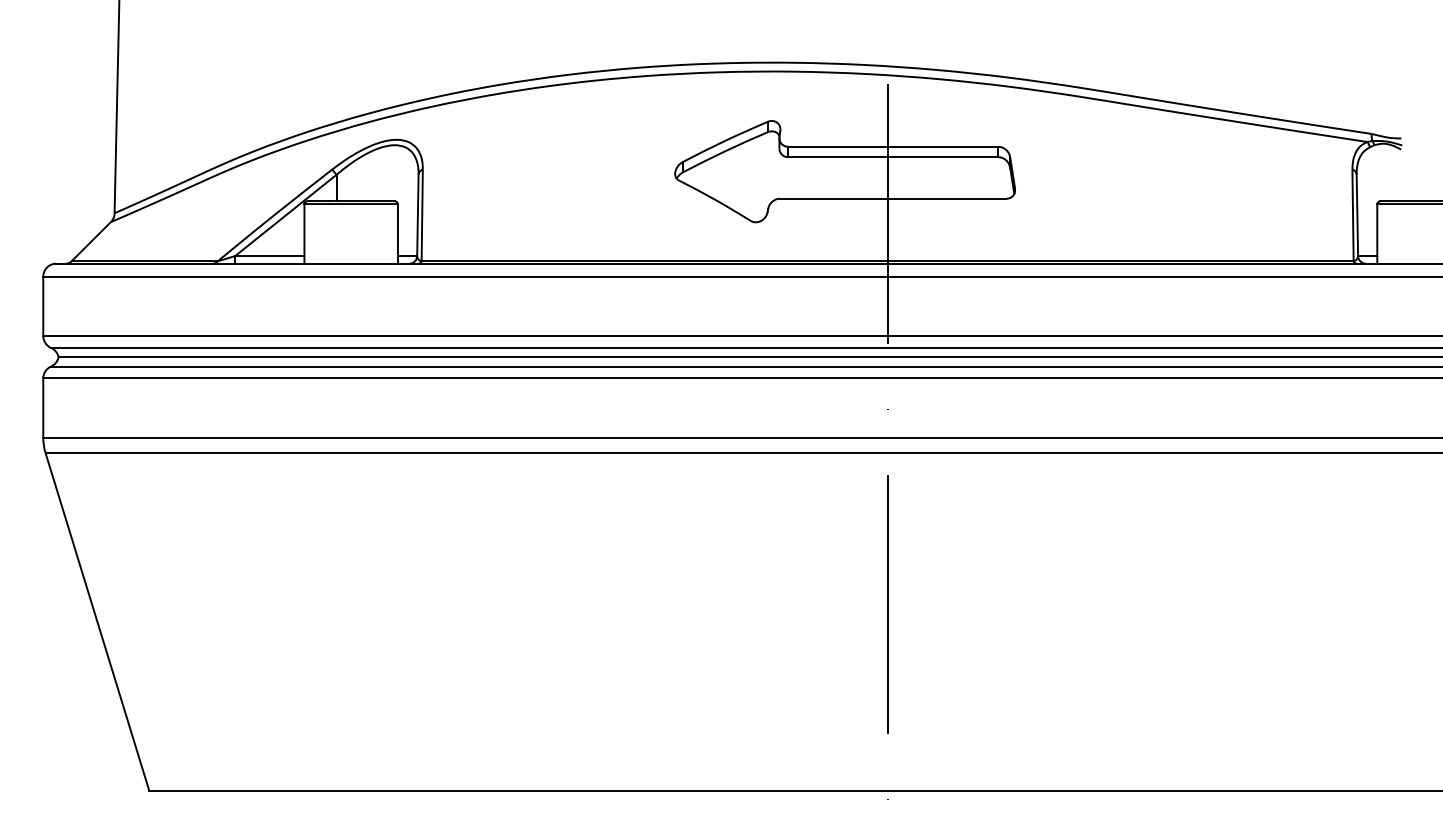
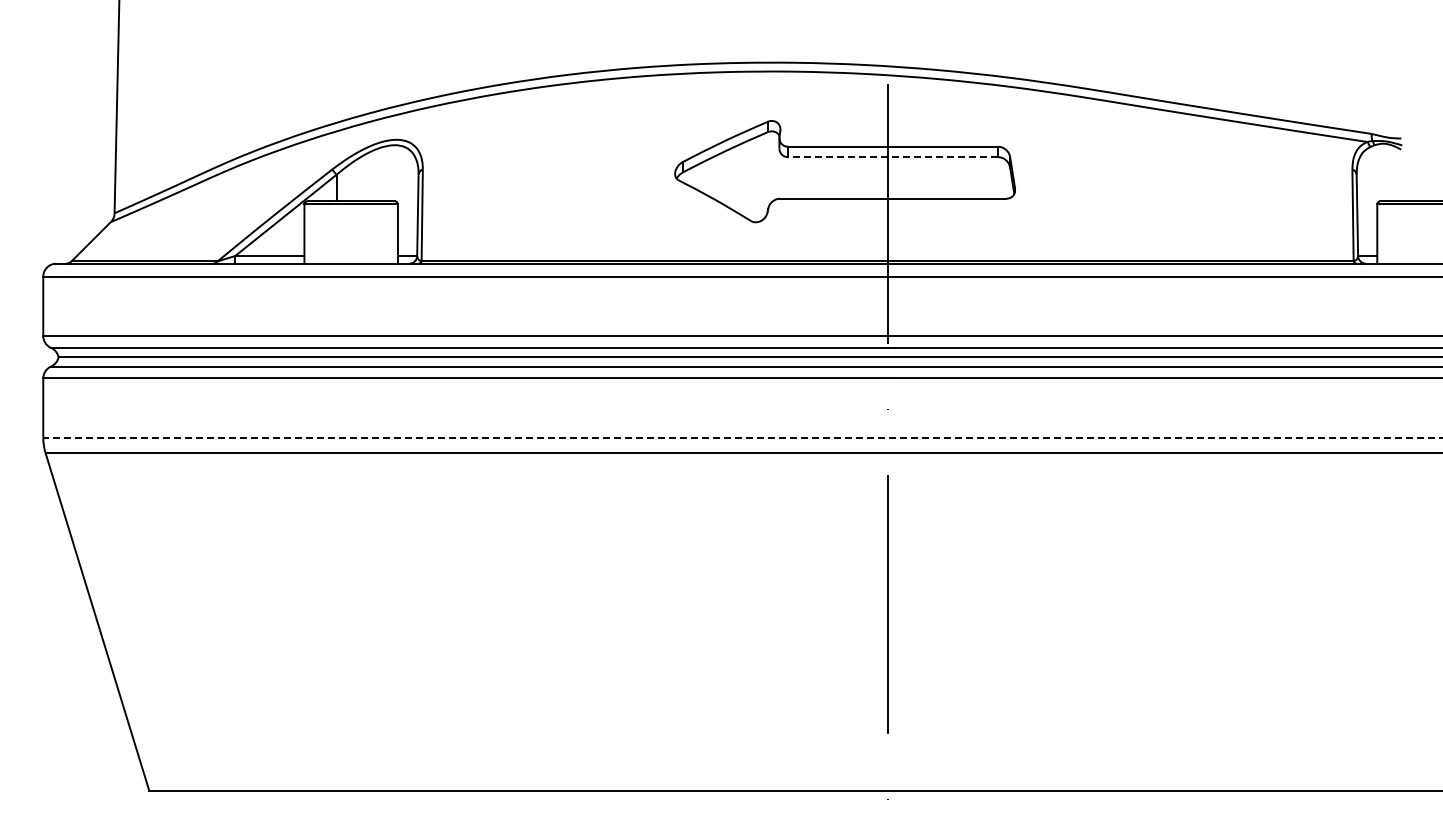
line at (893, 157): solid -> dashed
line at (742, 437): solid -> dashed
